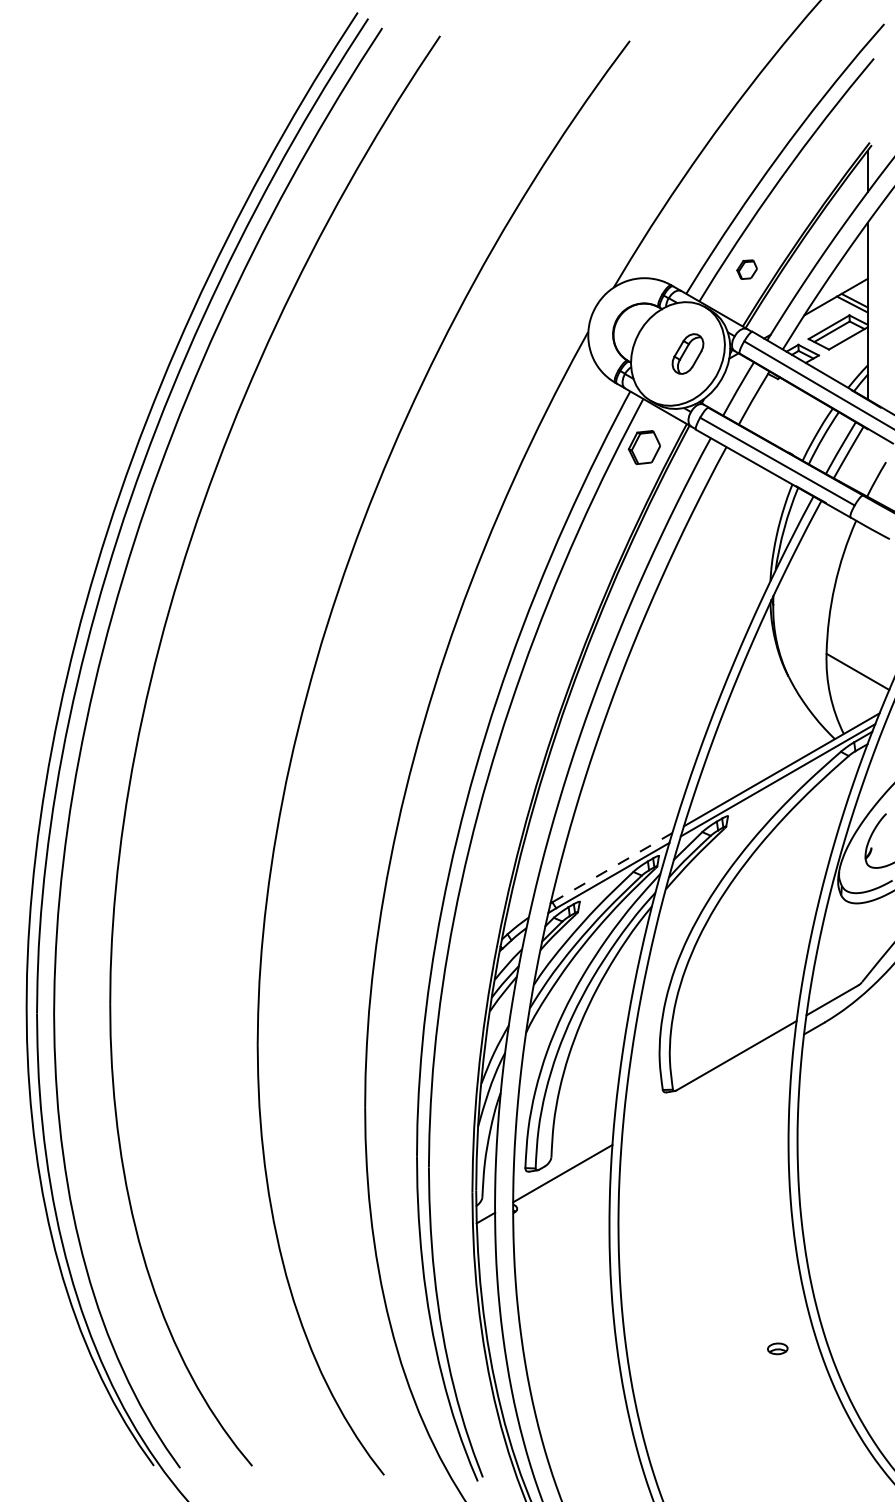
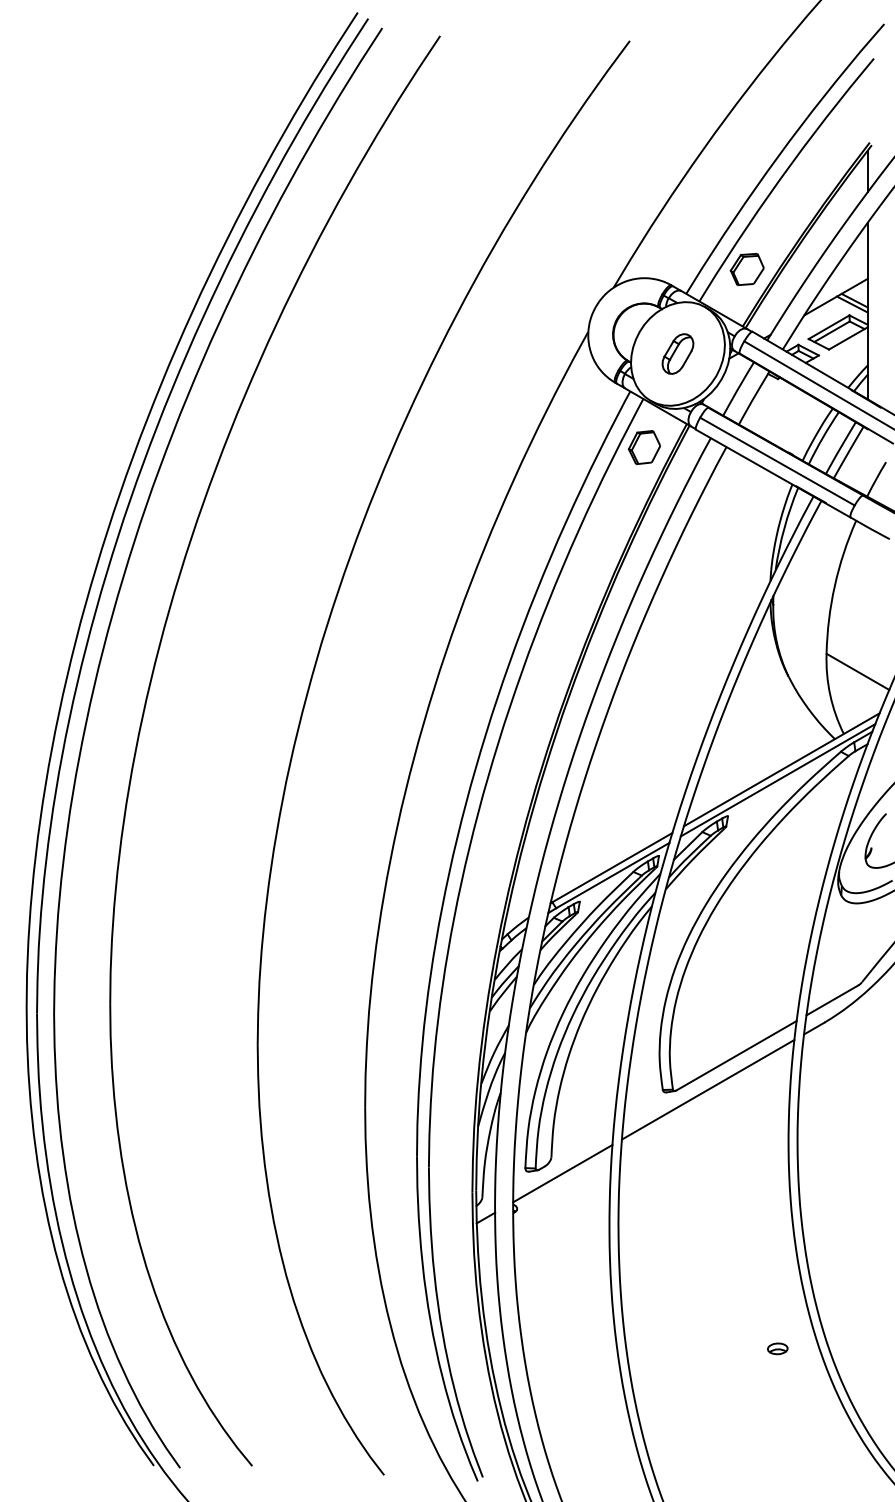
part at (746, 269) size: 22x21 px -> 36x34 px
part at (687, 353) position: (687, 353) -> (677, 353)
line at (612, 867): dashed -> solid
line at (708, 1089): none -> present
